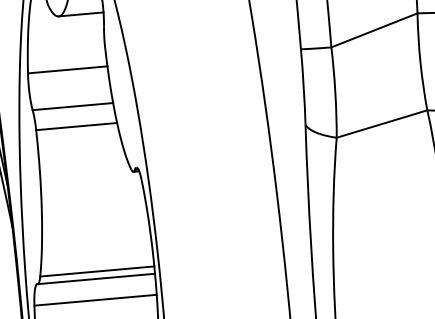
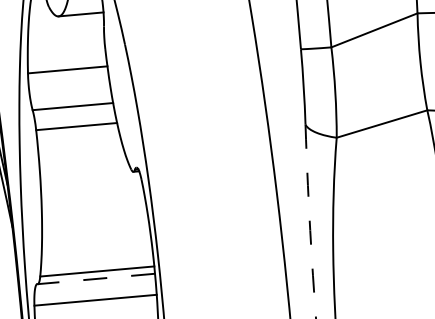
arc at (309, 222): solid -> dashed
line at (96, 278): solid -> dashed
